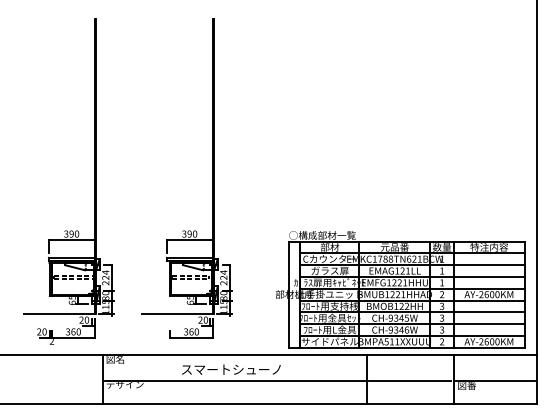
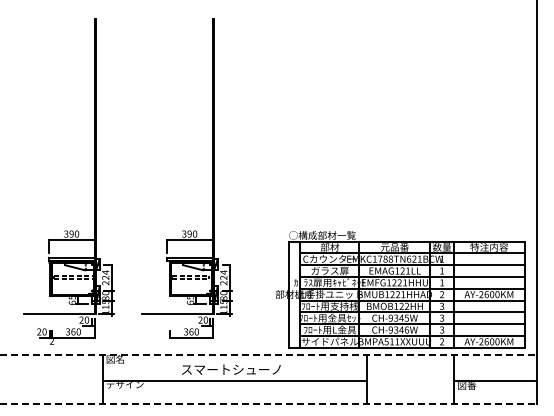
line at (269, 355): solid -> dashed
line at (409, 380): present -> none
line at (269, 403): solid -> dashed
